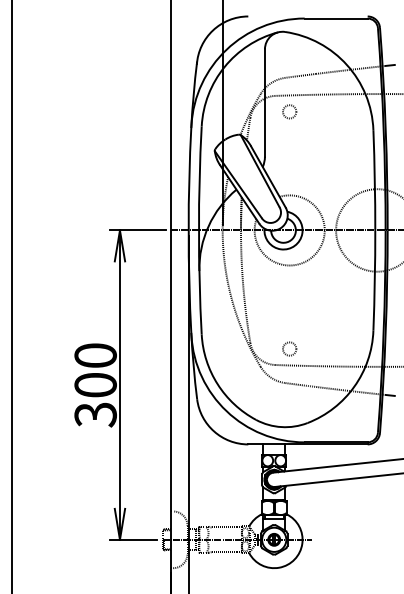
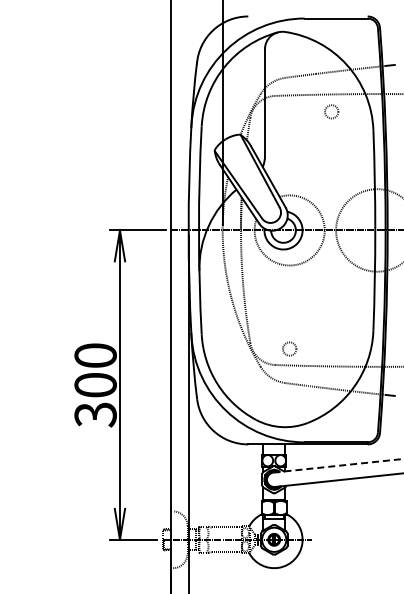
circle at (289, 111) position: (289, 111) -> (331, 111)
line at (12, 296): present -> none
line at (338, 465): solid -> dashed
